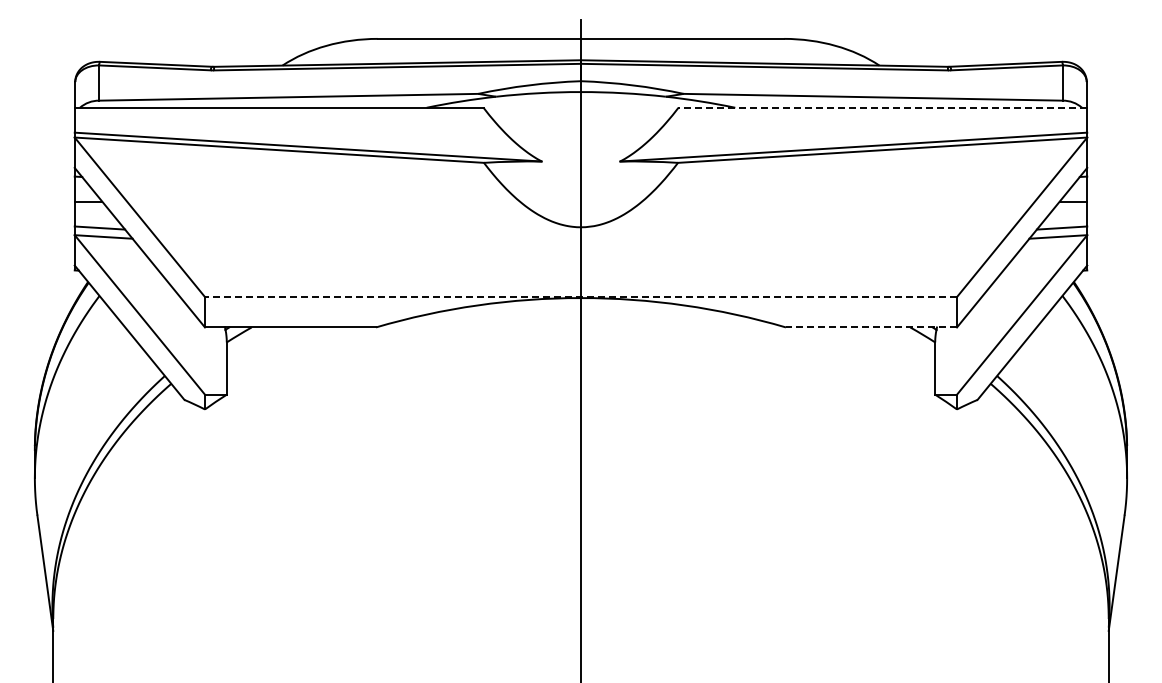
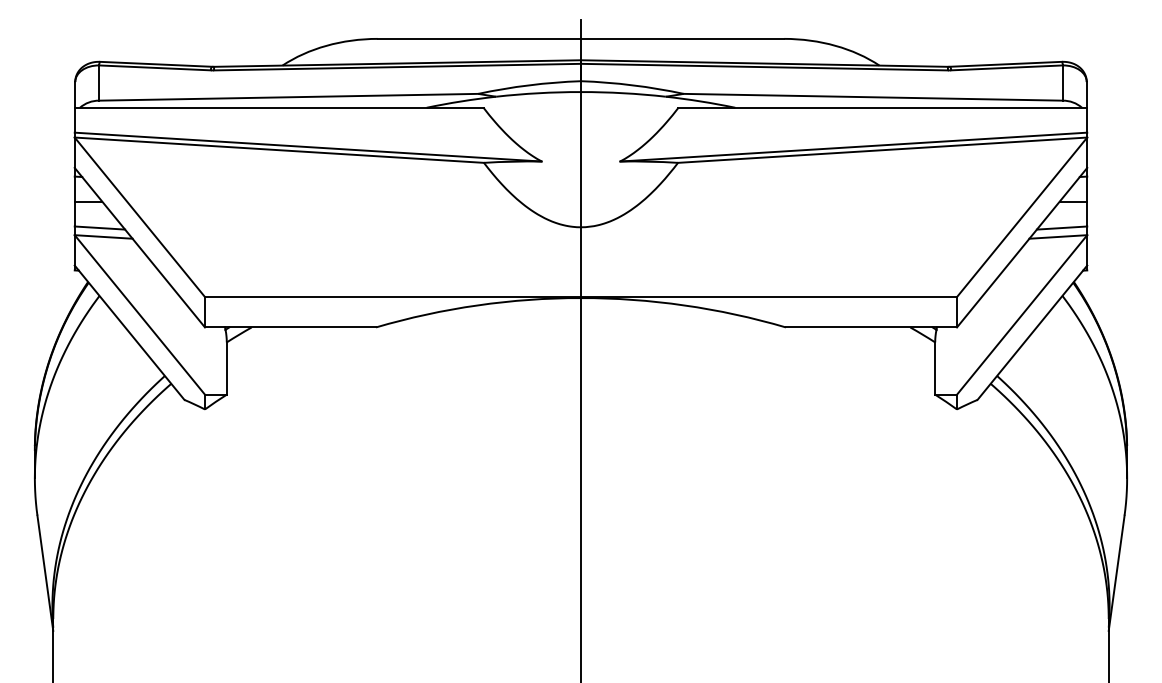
line at (882, 107): dashed -> solid
line at (581, 297): dashed -> solid
line at (871, 327): dashed -> solid
